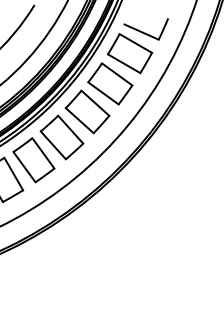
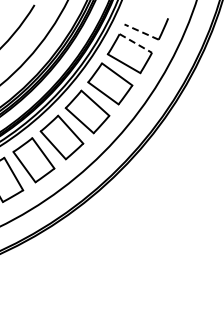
line at (141, 32): solid -> dashed
line at (135, 43): solid -> dashed
